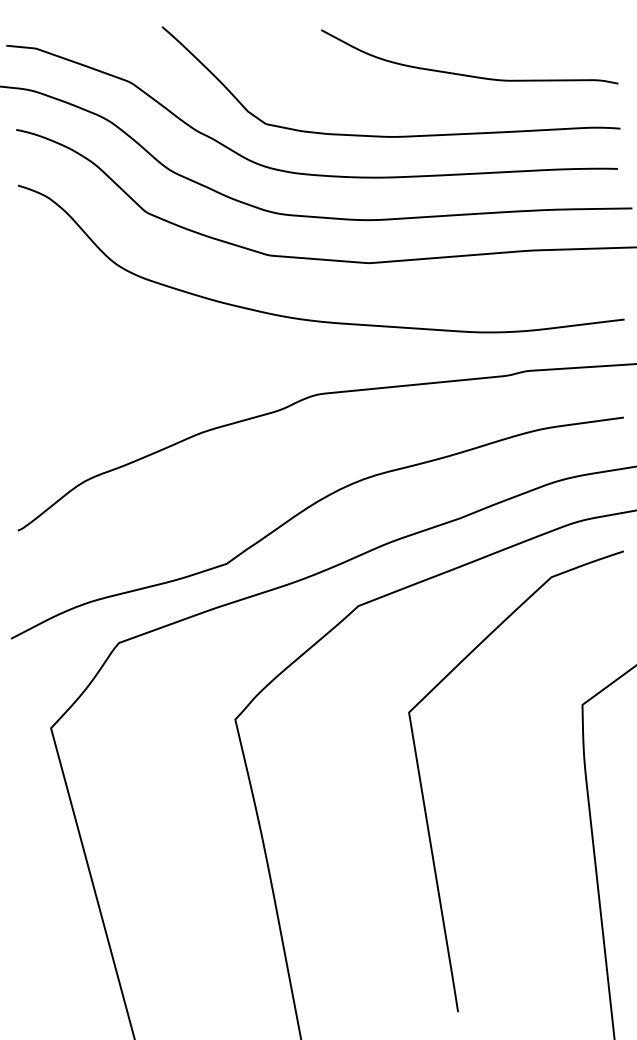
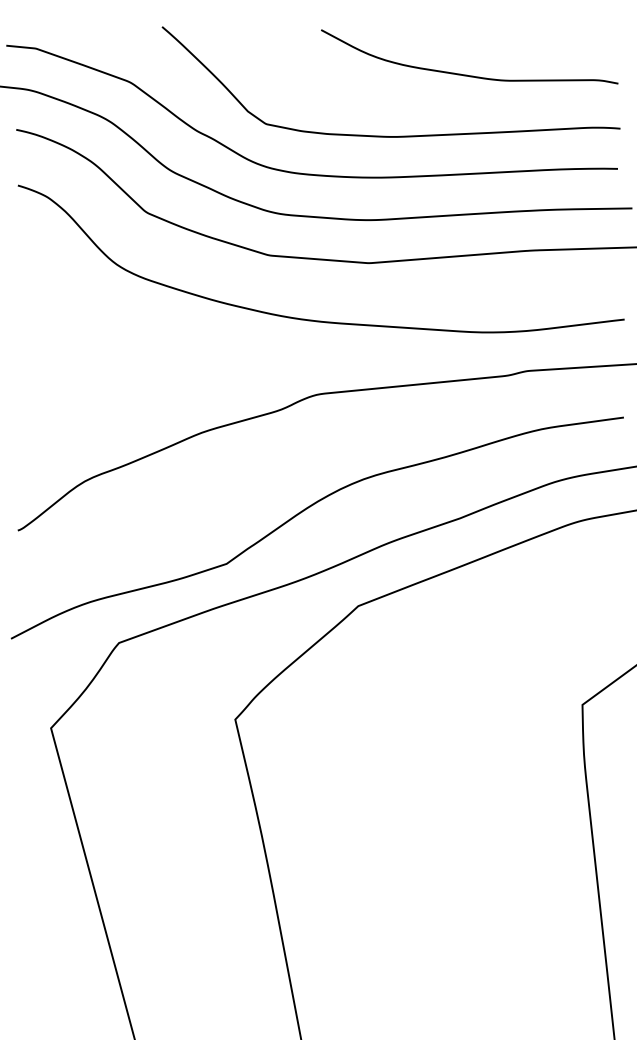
curve at (424, 798): present -> none
